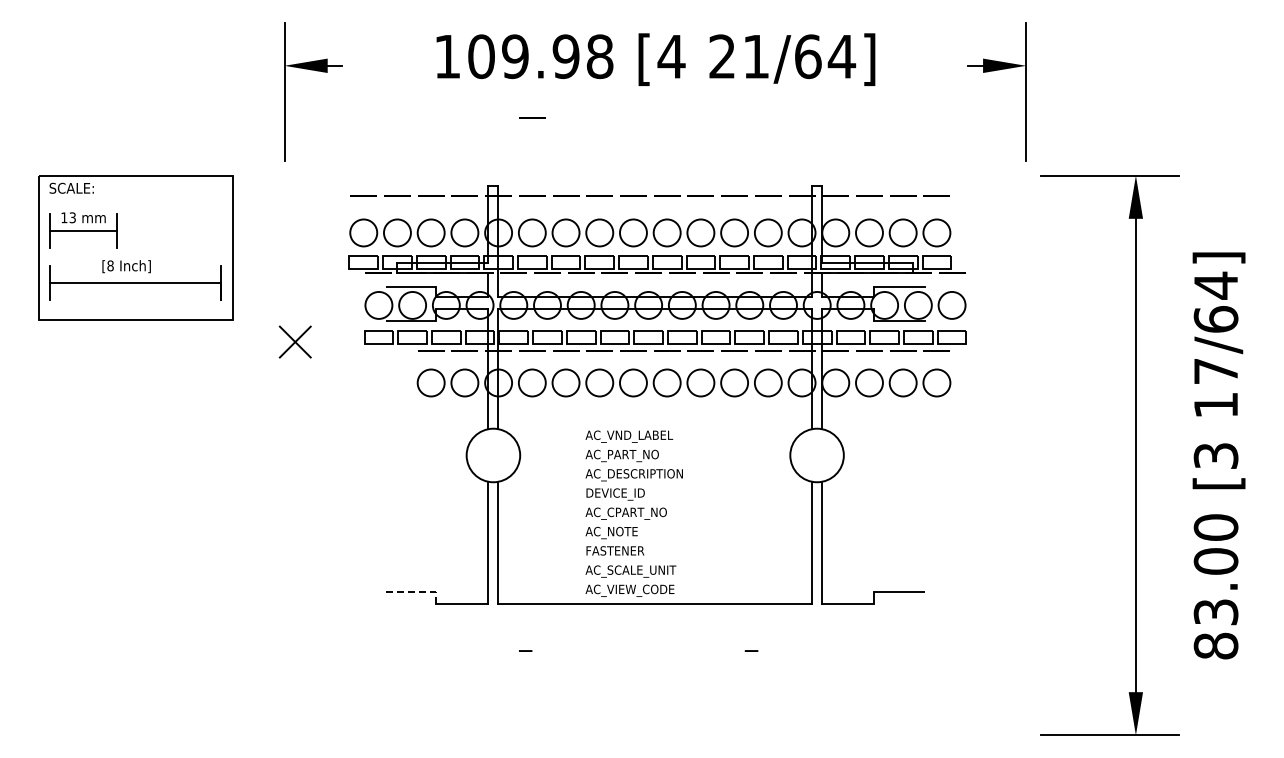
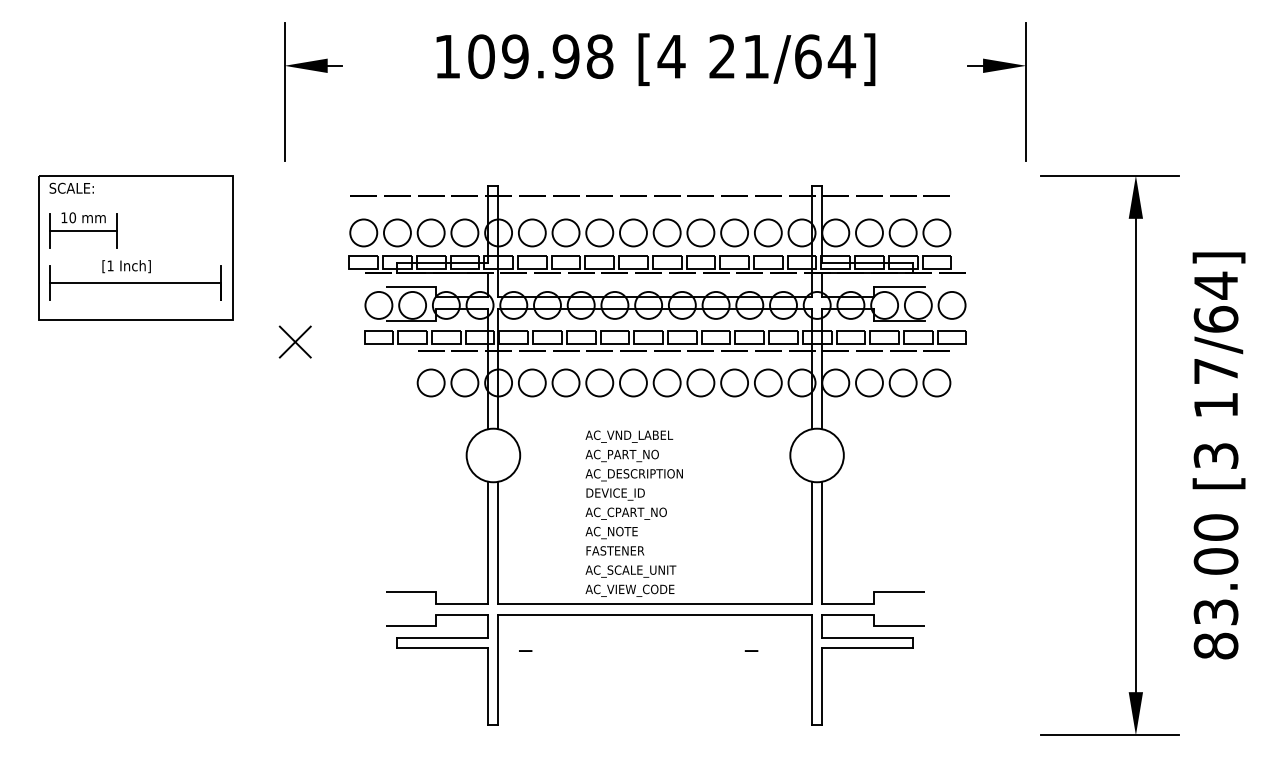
line at (532, 117): present -> none
text at (72, 217): 13 -> 10
text at (110, 265): [8 -> [1
line at (417, 592): dashed -> solid
part at (655, 615): none -> present
